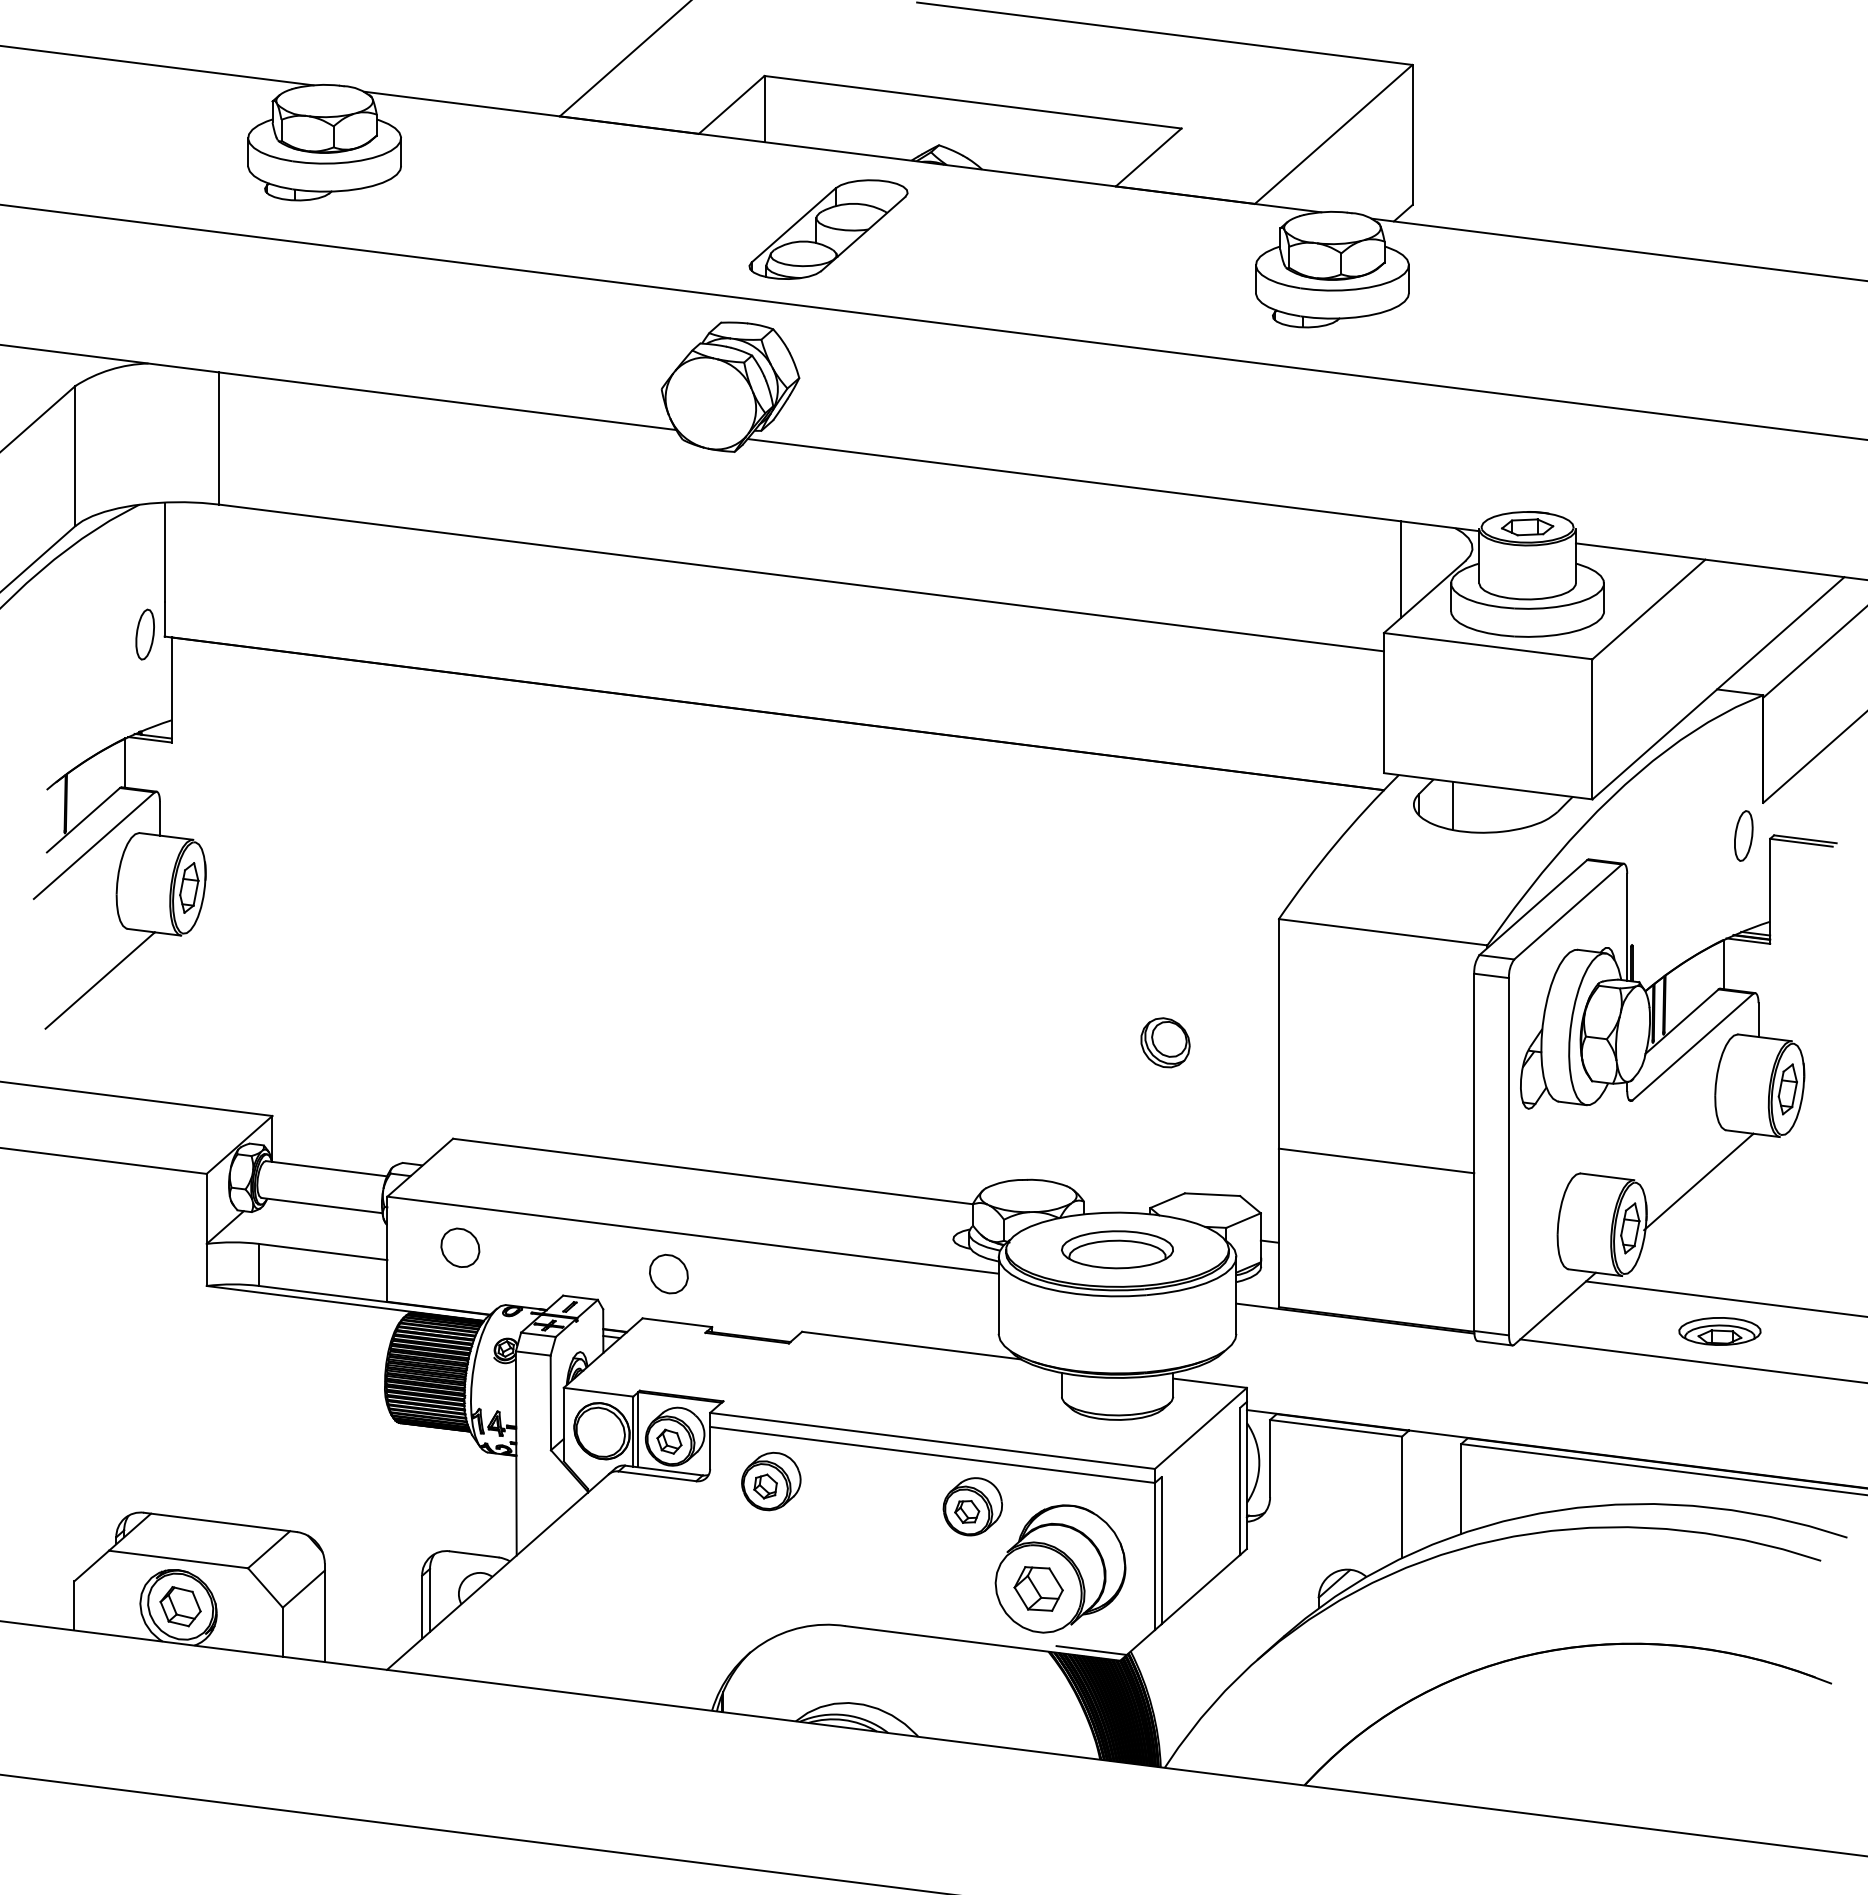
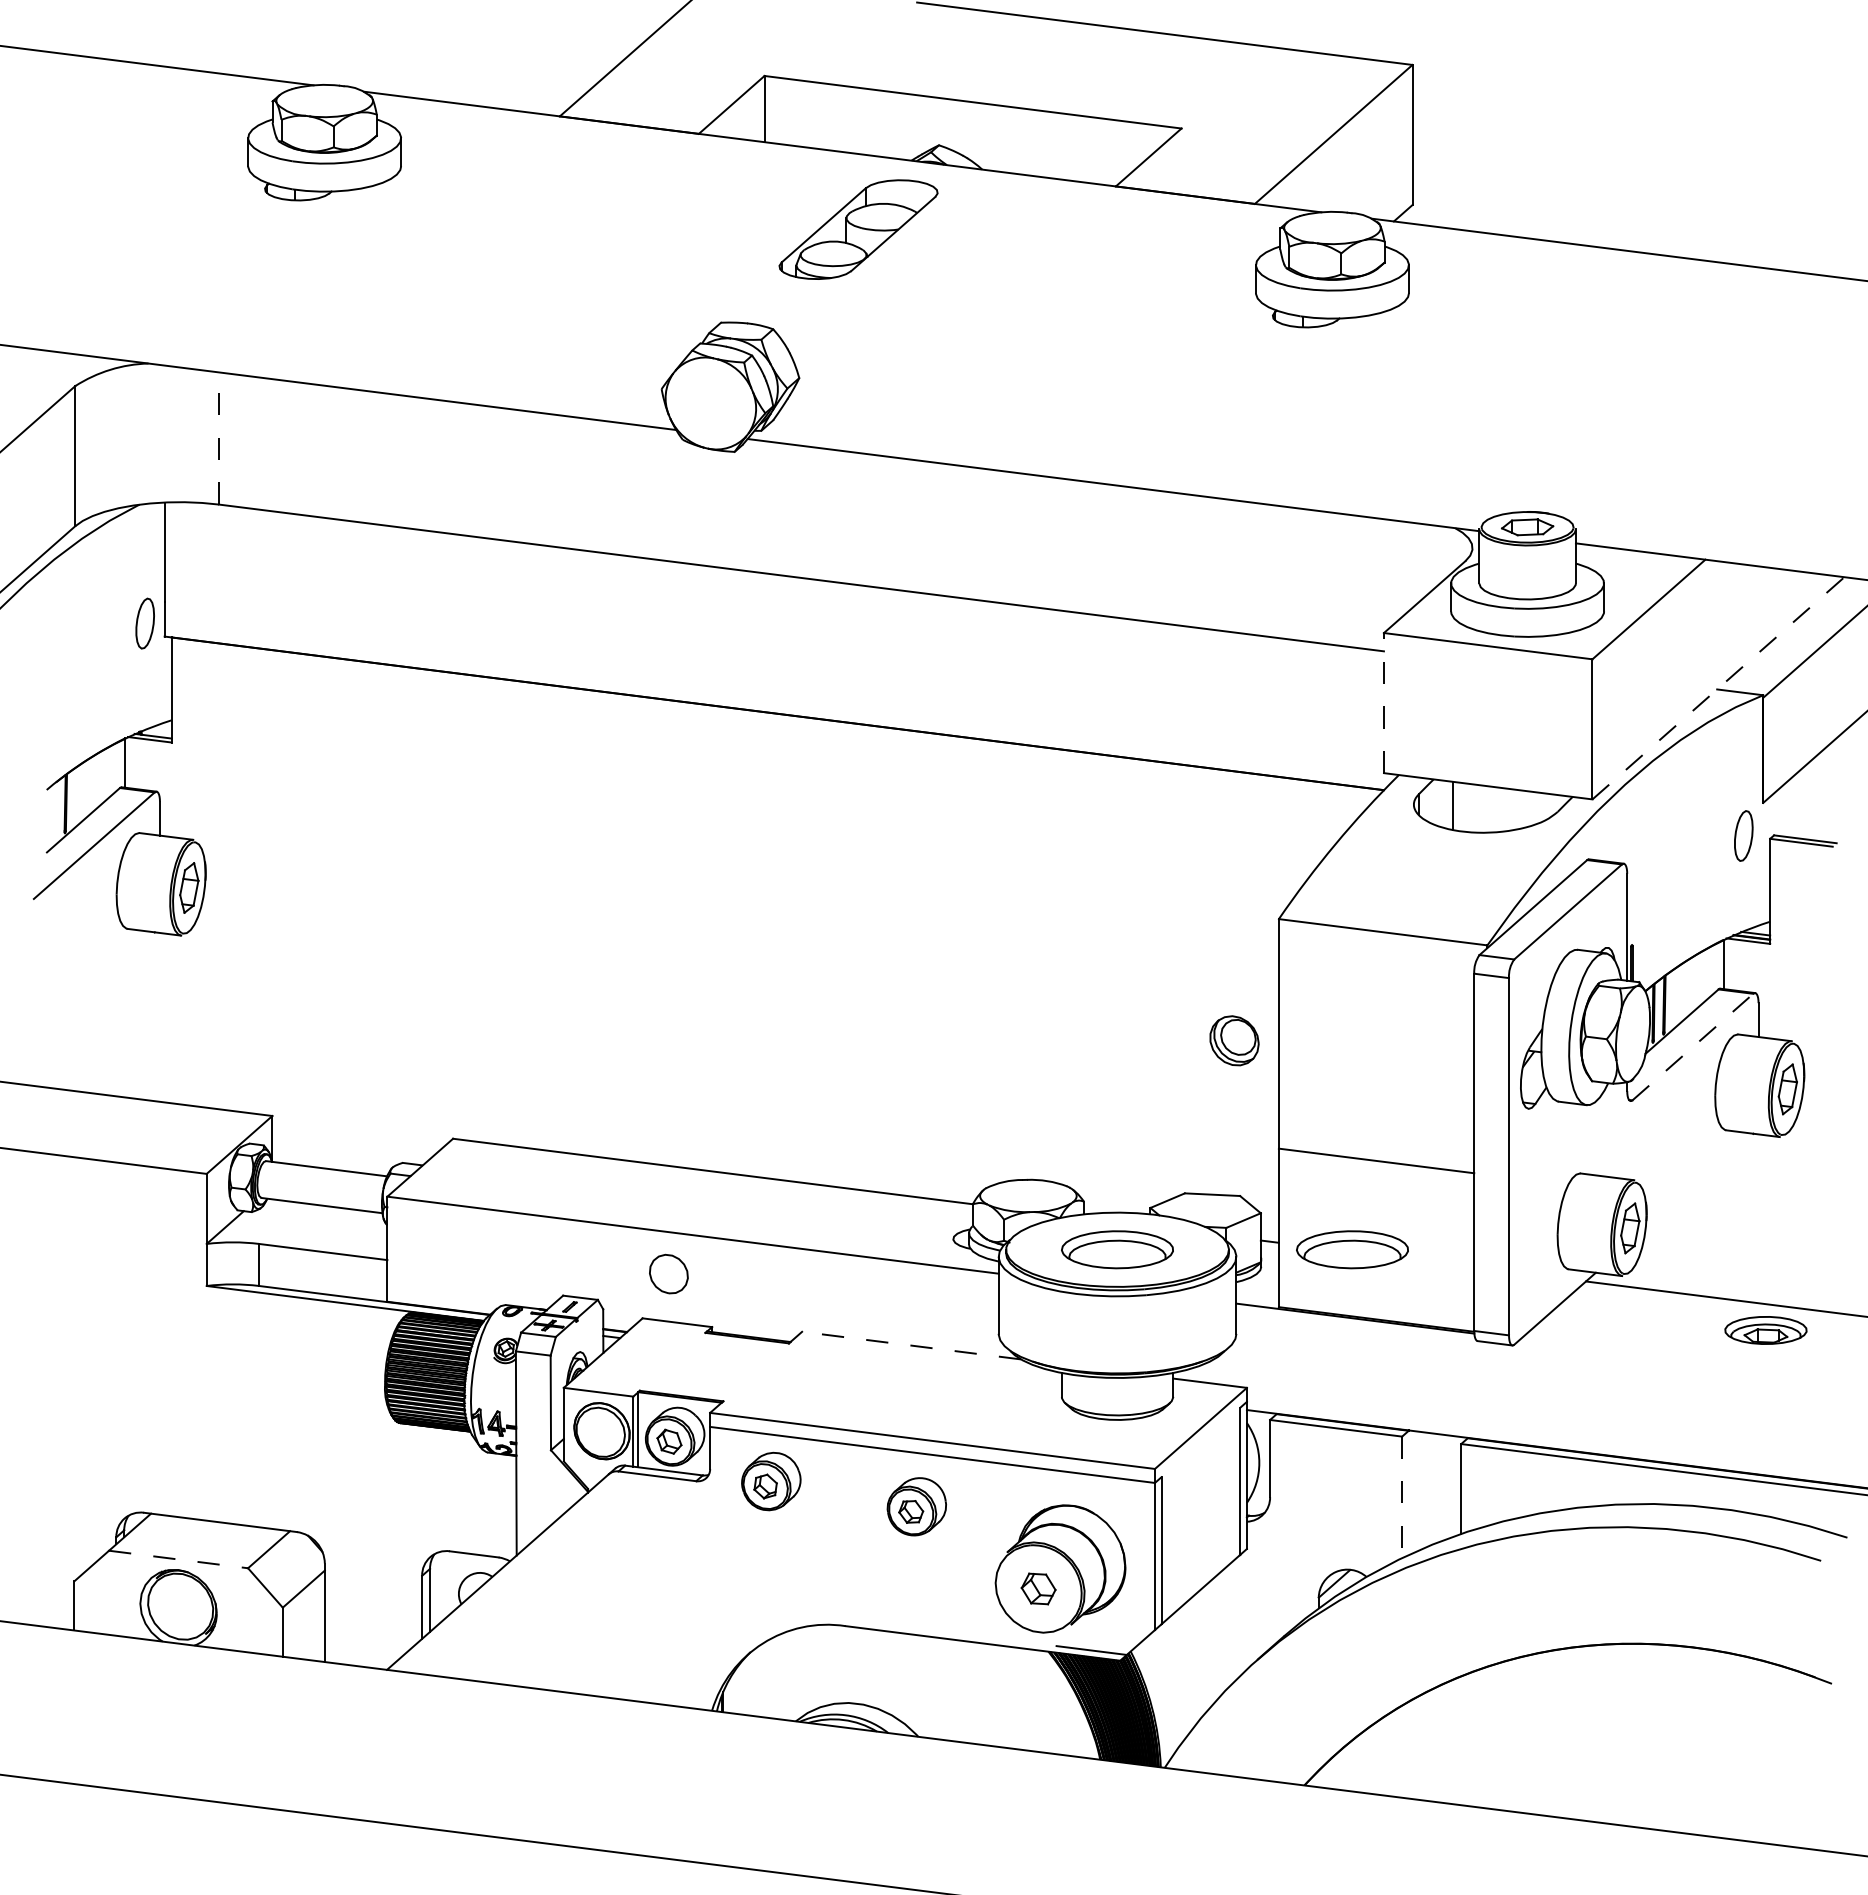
part at (828, 229) position: (828, 229) -> (858, 229)
line at (933, 322): present -> none
line at (218, 438): solid -> dashed
line at (1400, 569): present -> none
part at (144, 634) position: (144, 634) -> (144, 623)
line at (1718, 688): solid -> dashed
line at (1383, 702): solid -> dashed
line at (99, 980): present -> none
part at (1165, 1042) position: (1165, 1042) -> (1234, 1040)
line at (1692, 1047): solid -> dashed
line at (1698, 1181): present -> none
part at (460, 1247): present -> none
part at (1352, 1249): none -> present
part at (1719, 1331) position: (1719, 1331) -> (1765, 1330)
line at (911, 1345): solid -> dashed
line at (1692, 1360): present -> none
line at (1402, 1497): solid -> dashed
part at (972, 1506) position: (972, 1506) -> (916, 1506)
line at (179, 1559): solid -> dashed
part at (1038, 1588) size: 51x46 px -> 37x34 px
part at (180, 1606): present -> none
